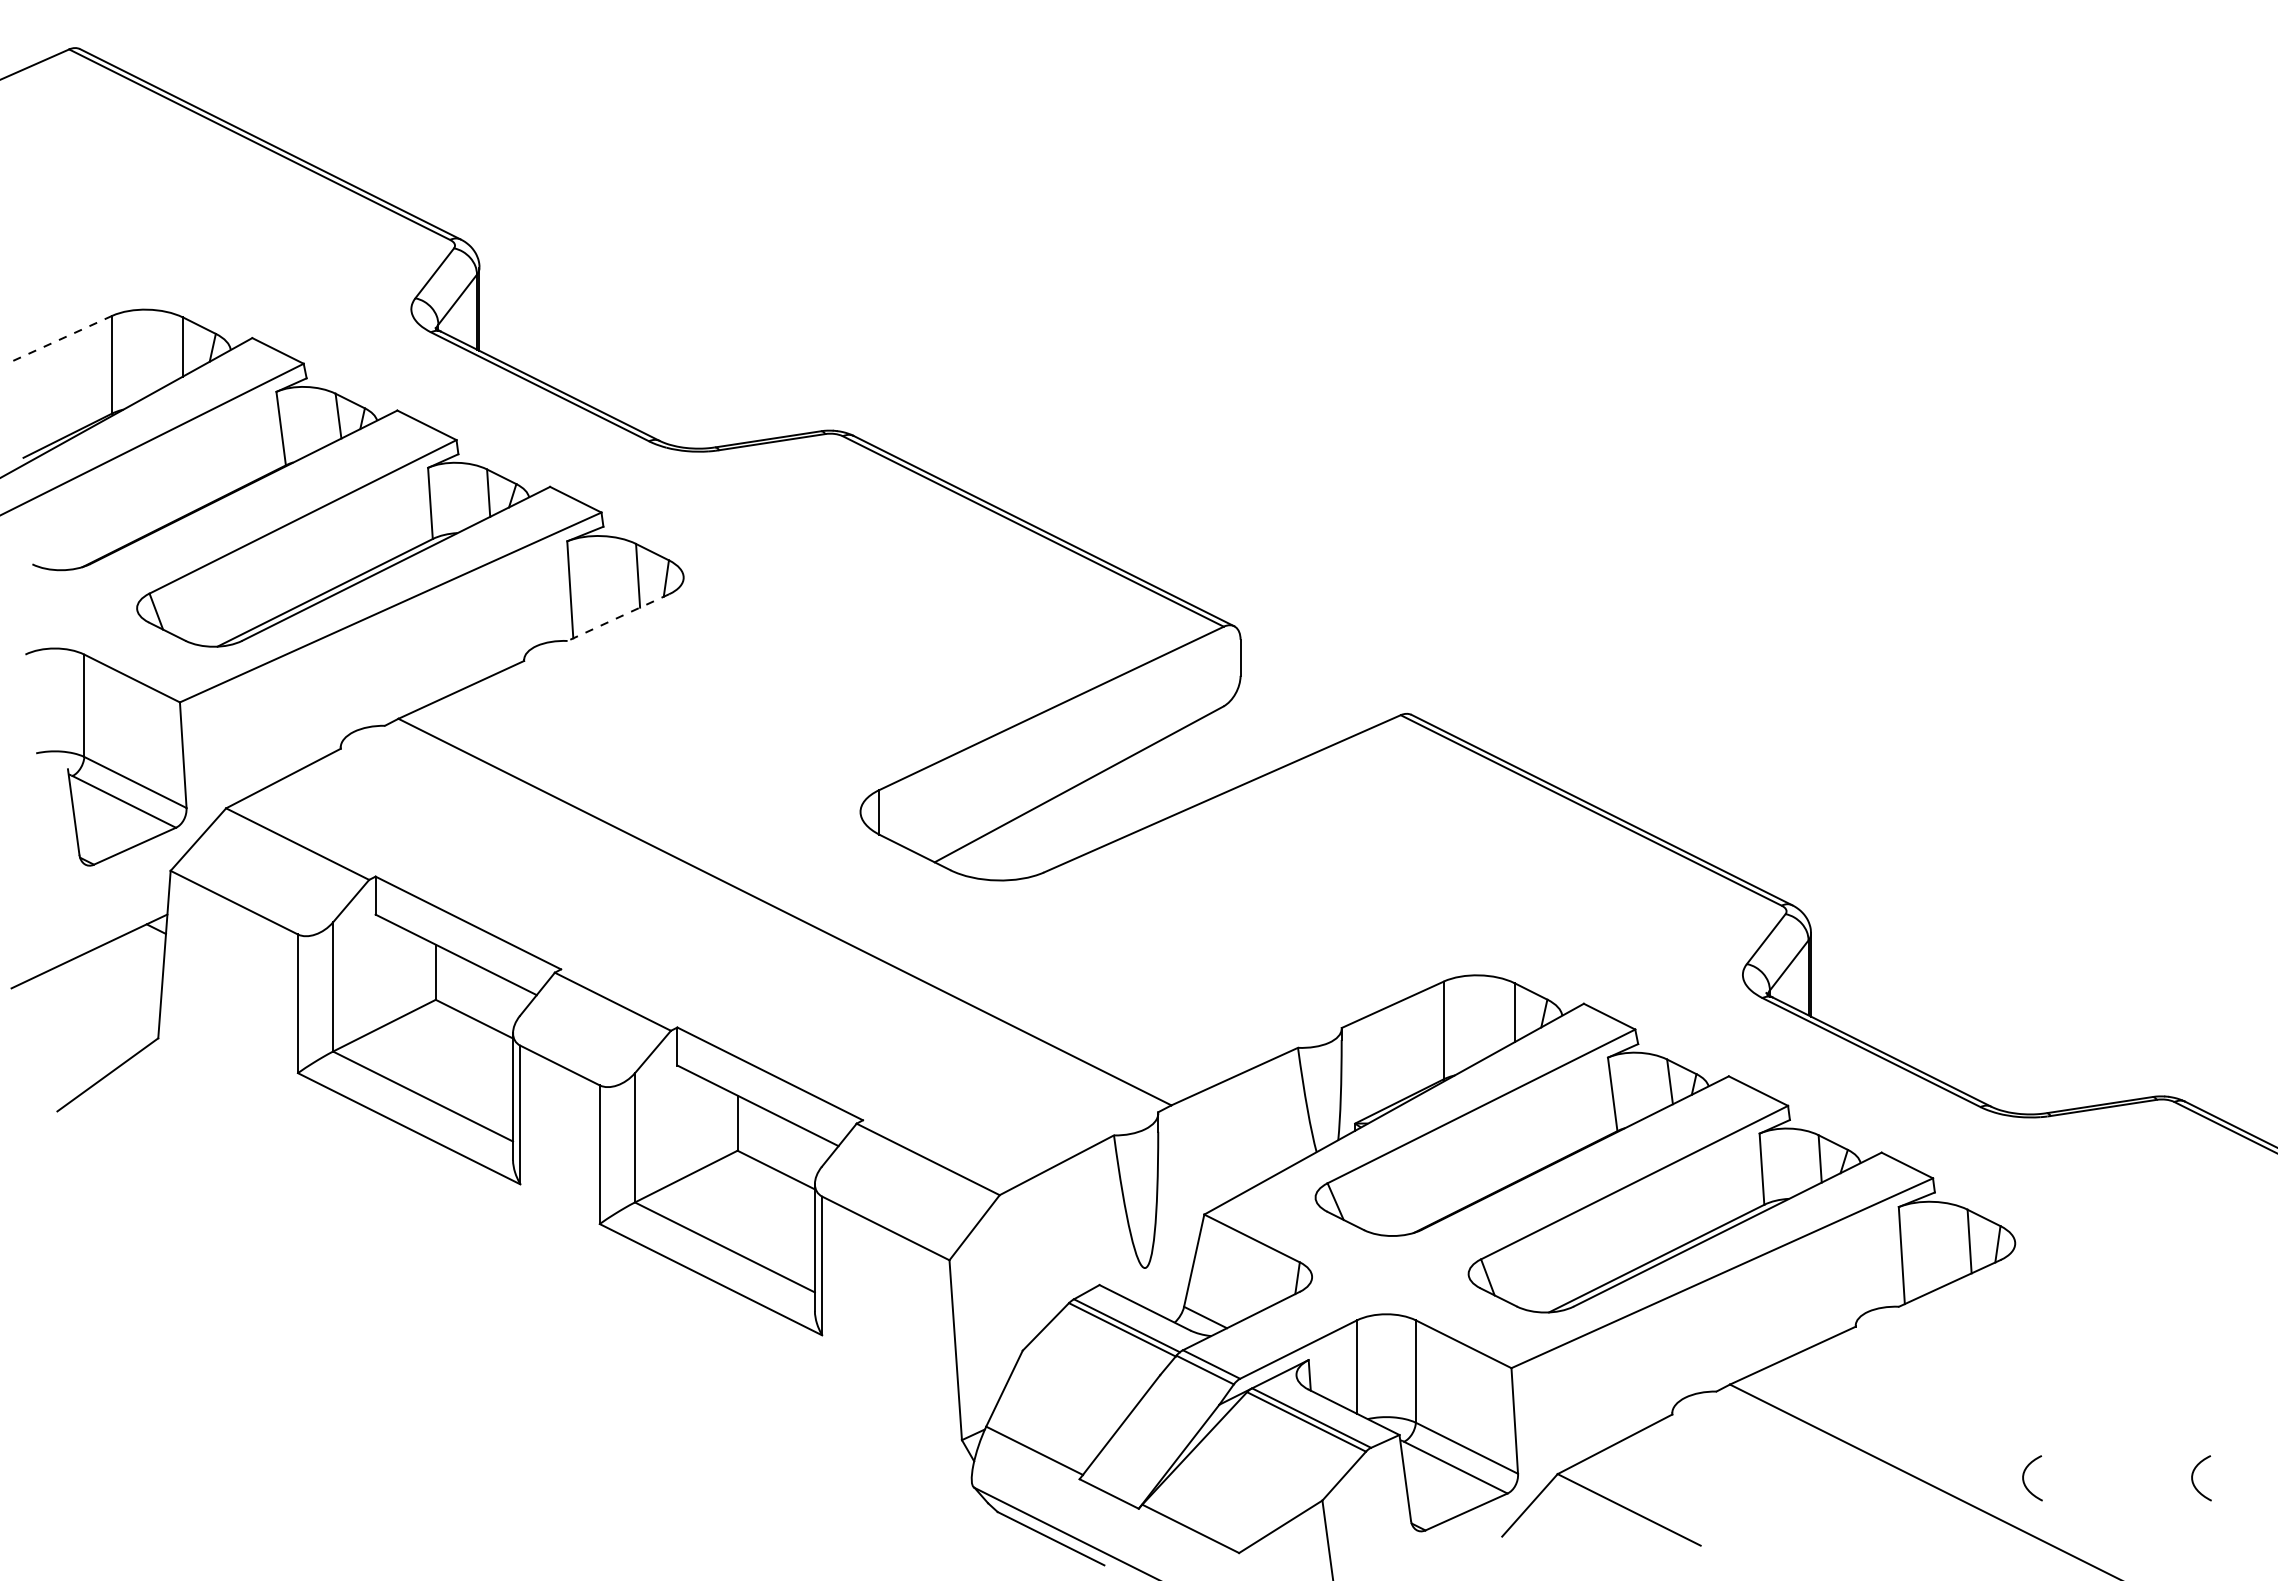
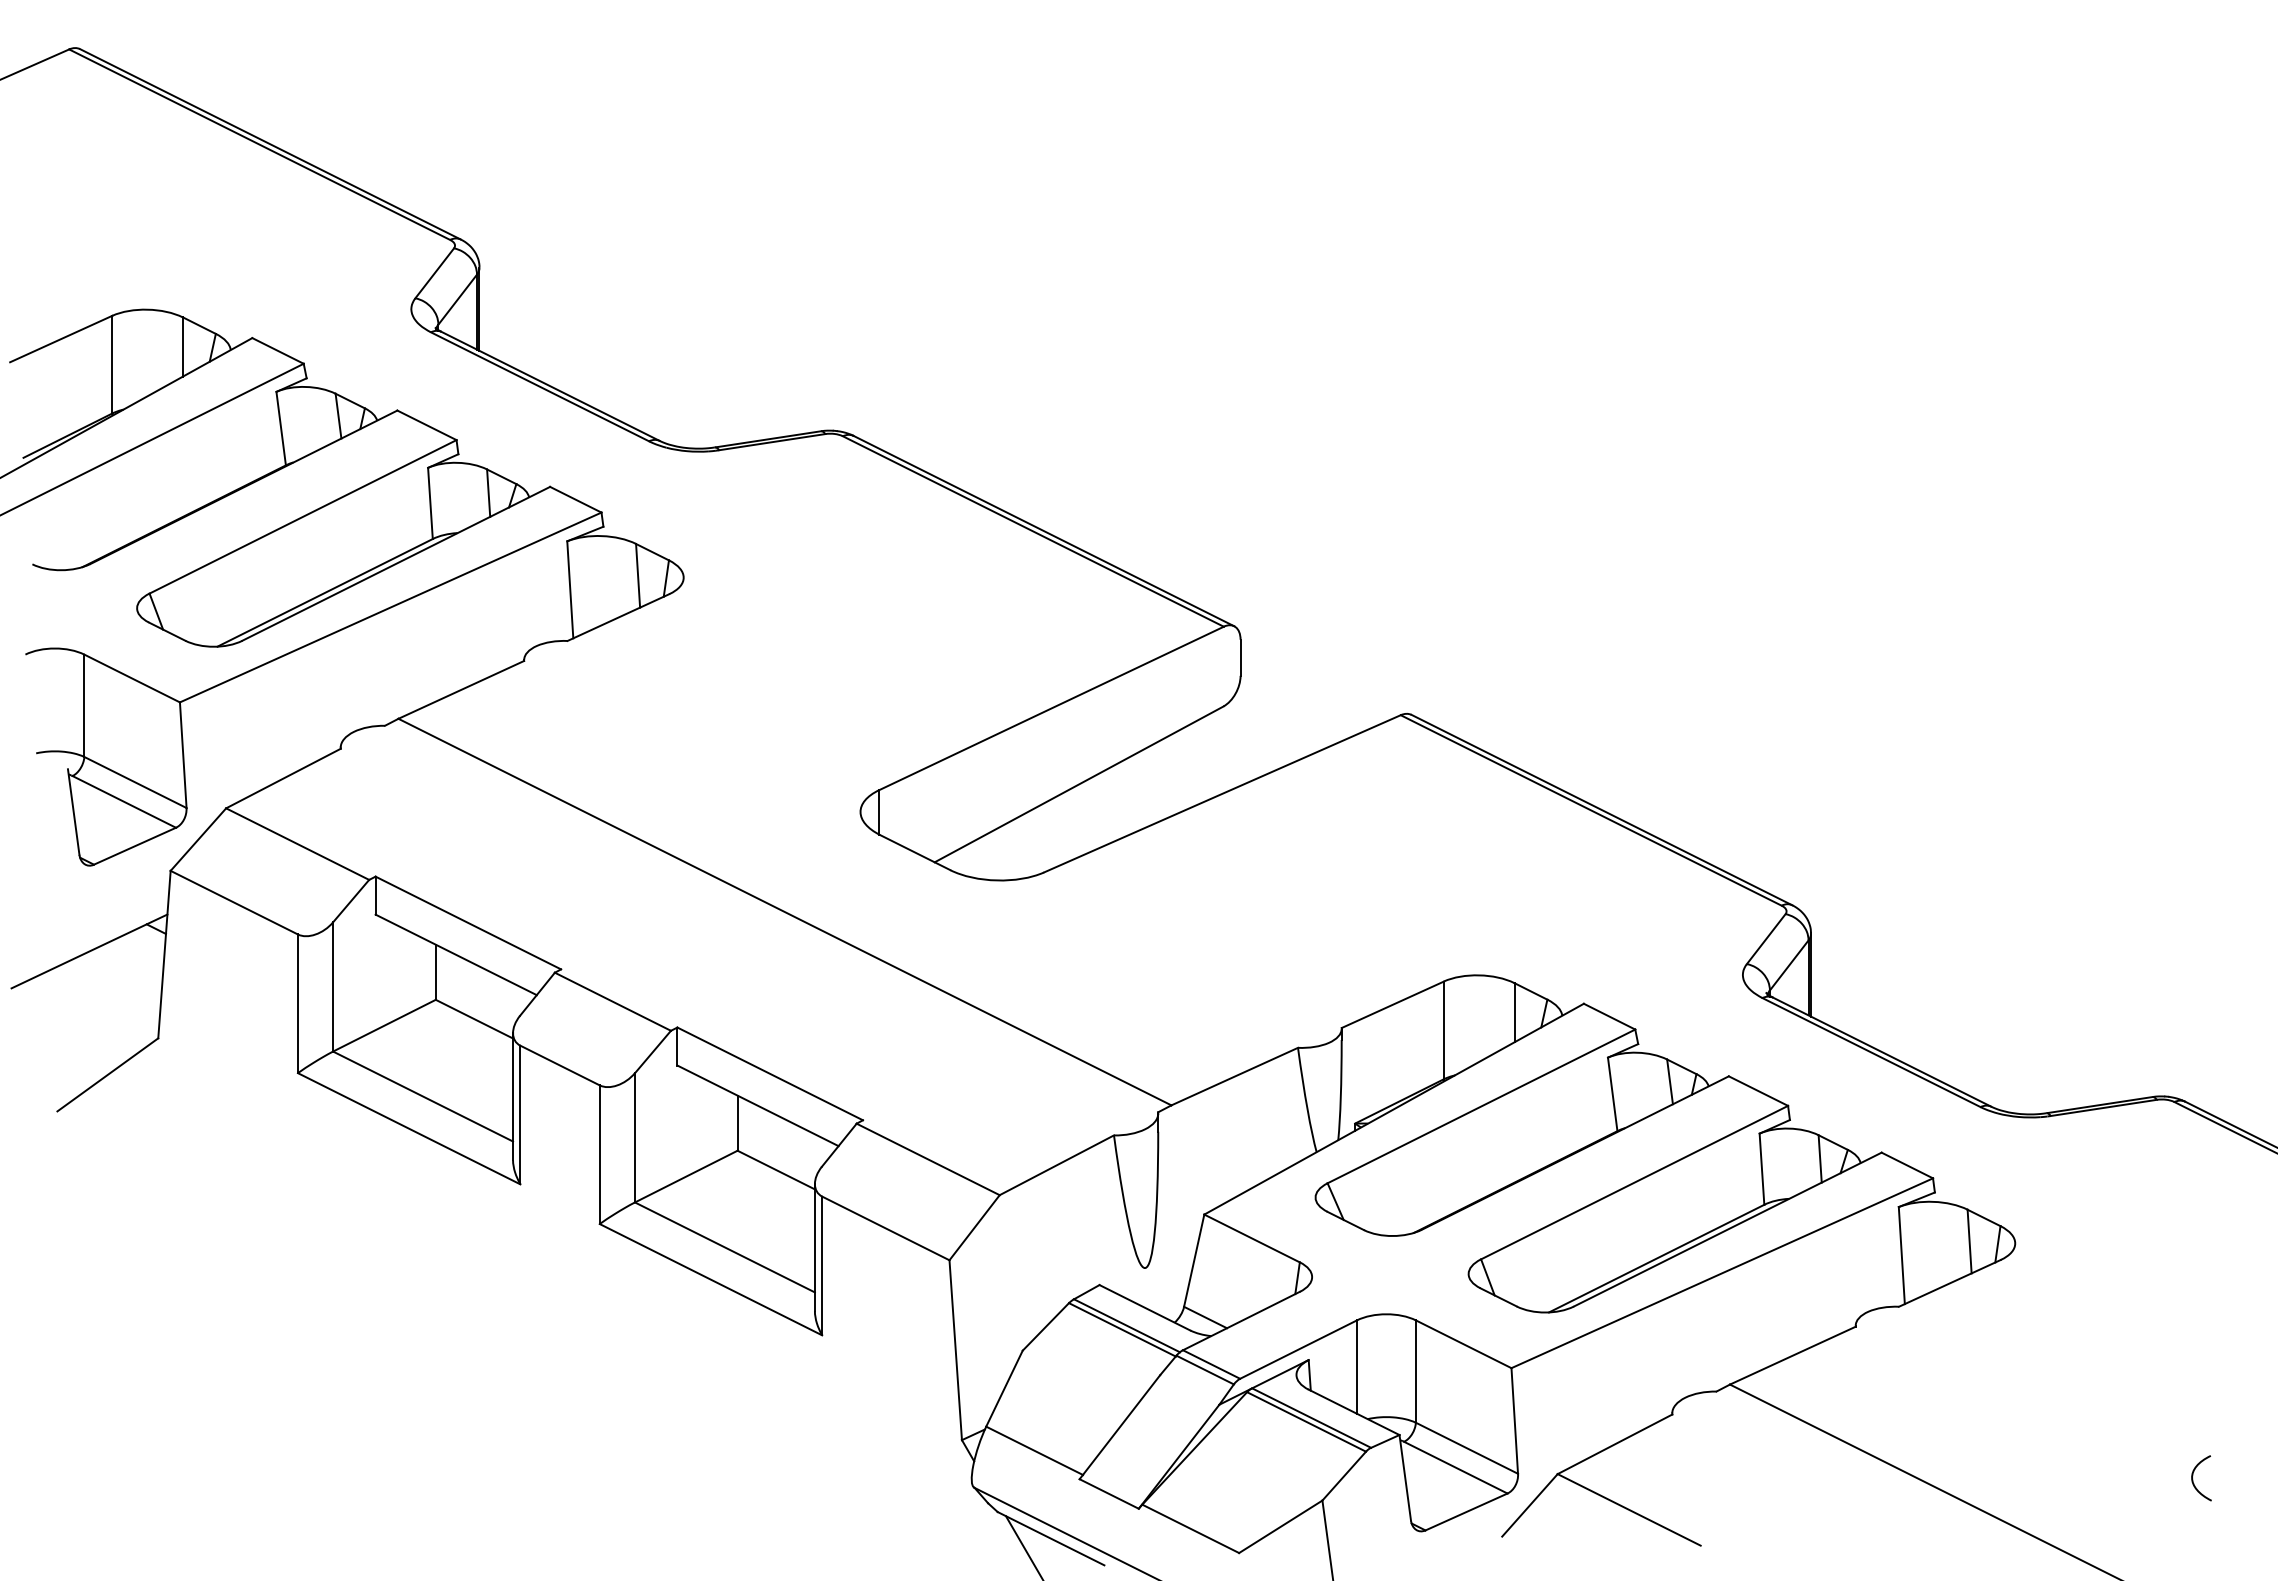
line at (60, 339): dashed -> solid
line at (618, 617): dashed -> solid
curve at (2024, 1479): present -> none
line at (1023, 1546): none -> present
